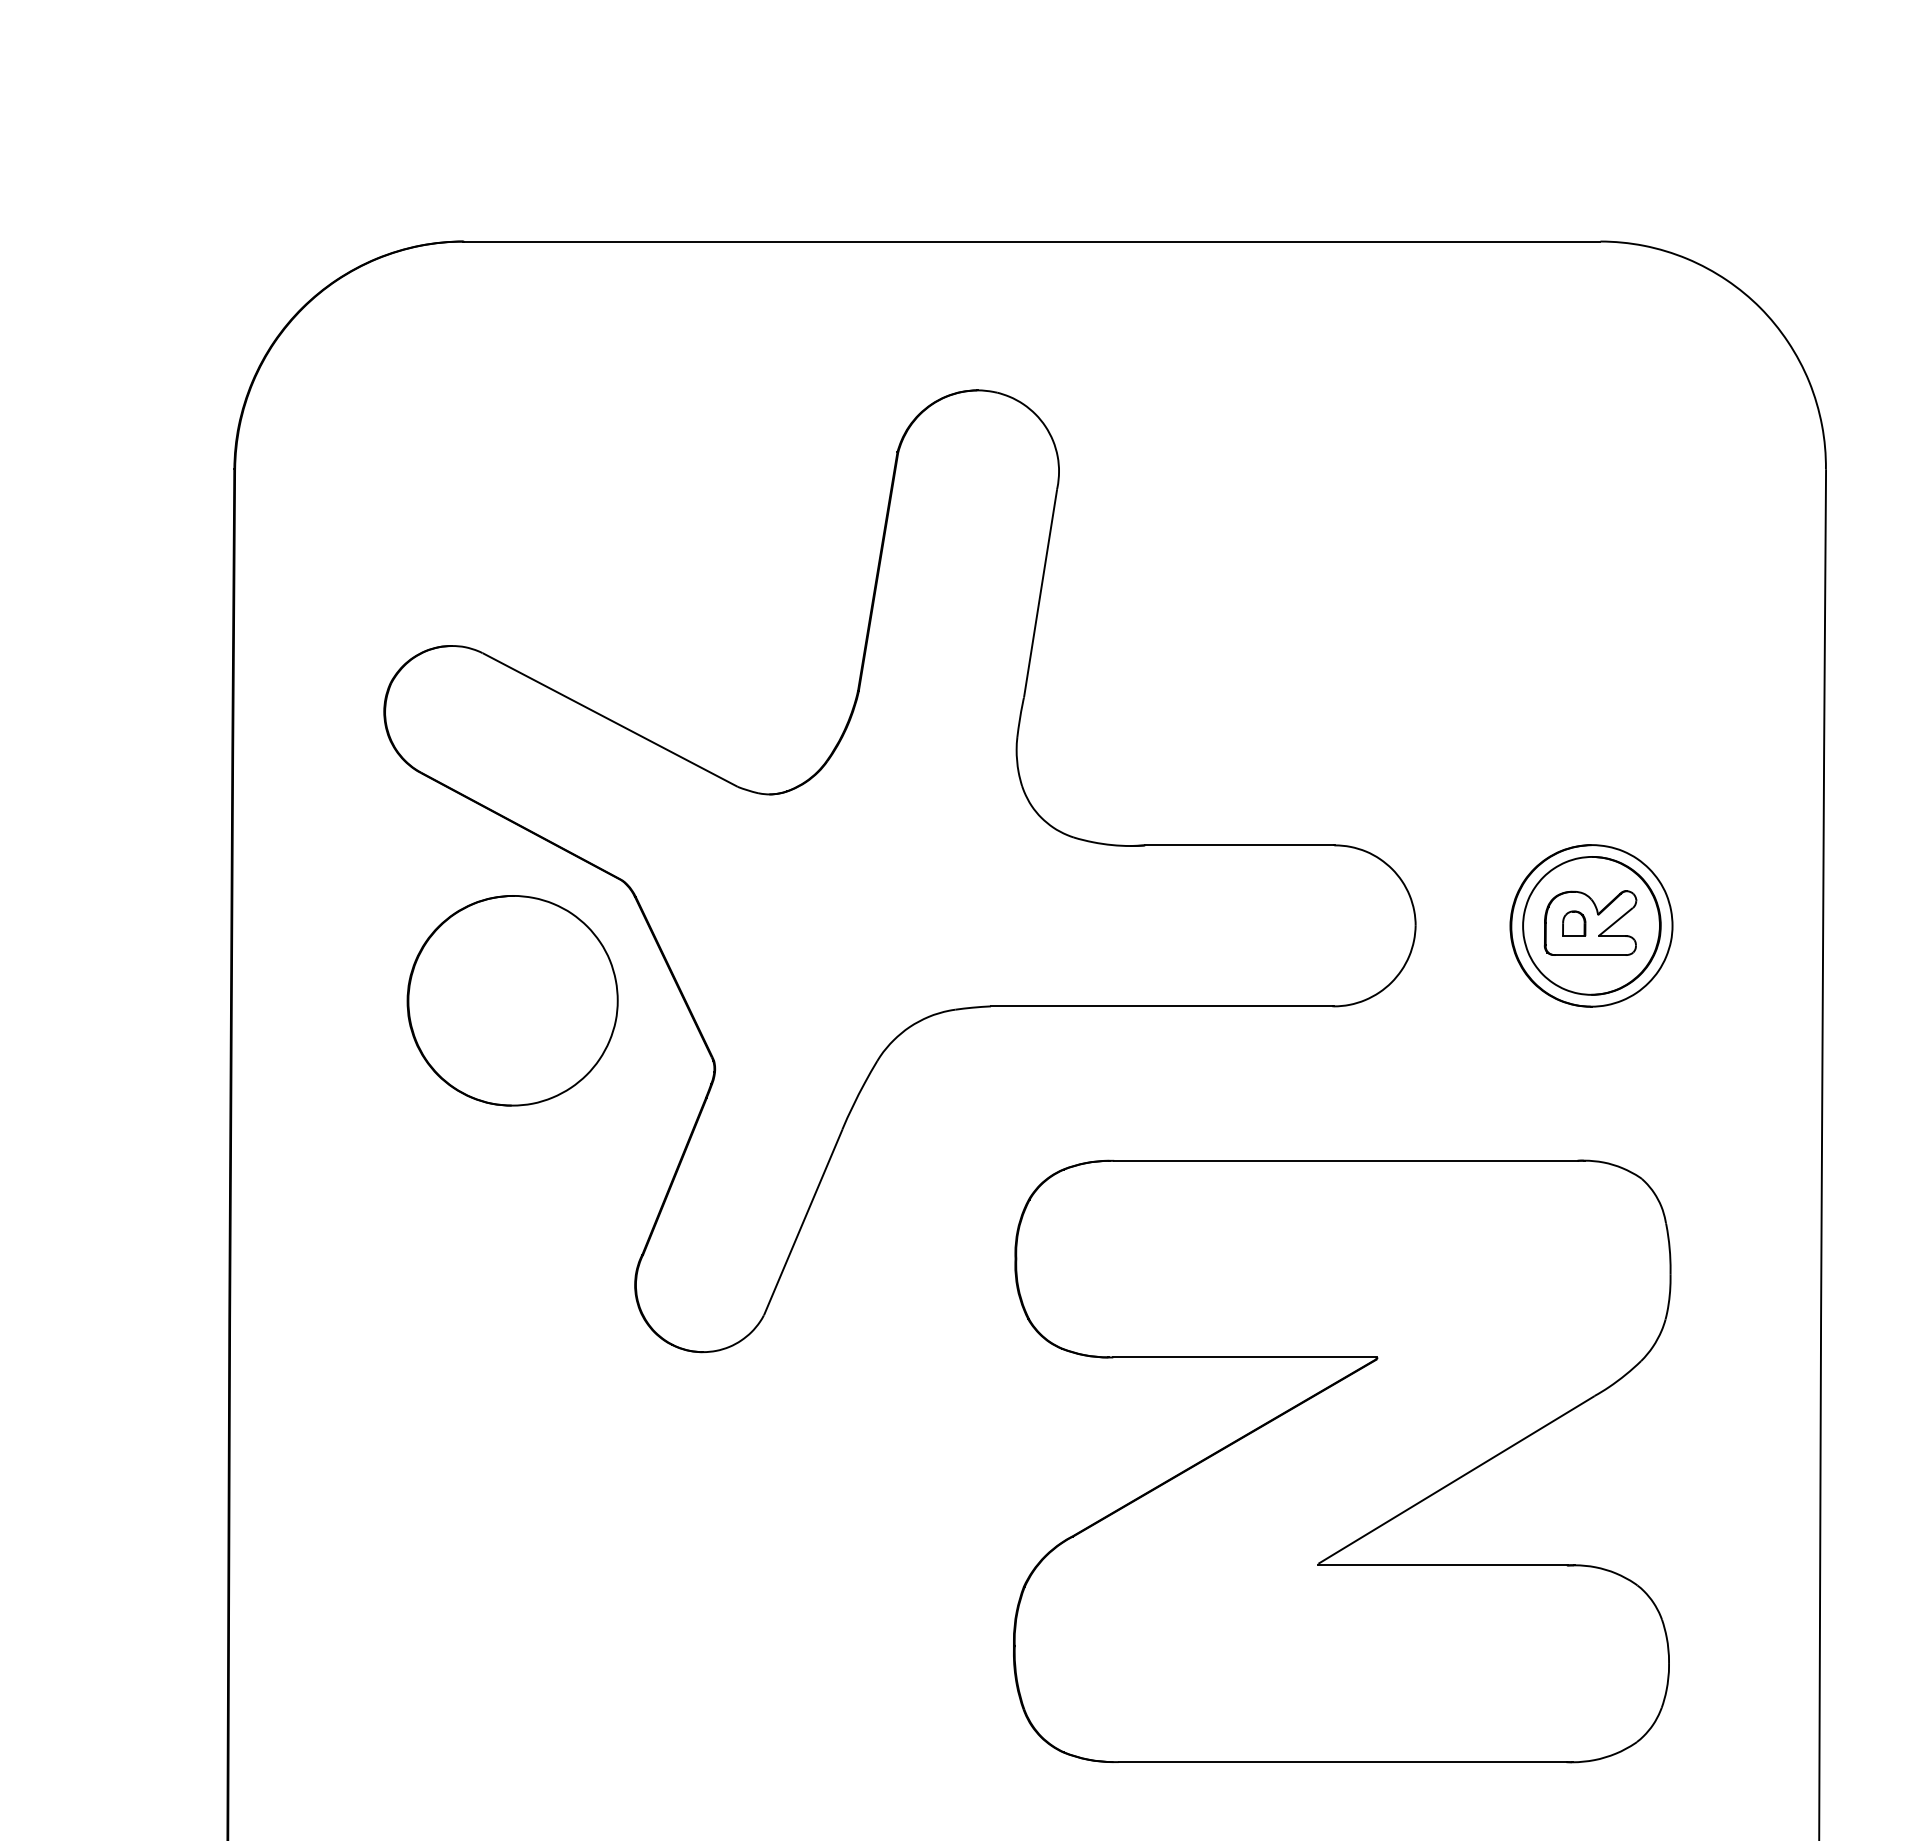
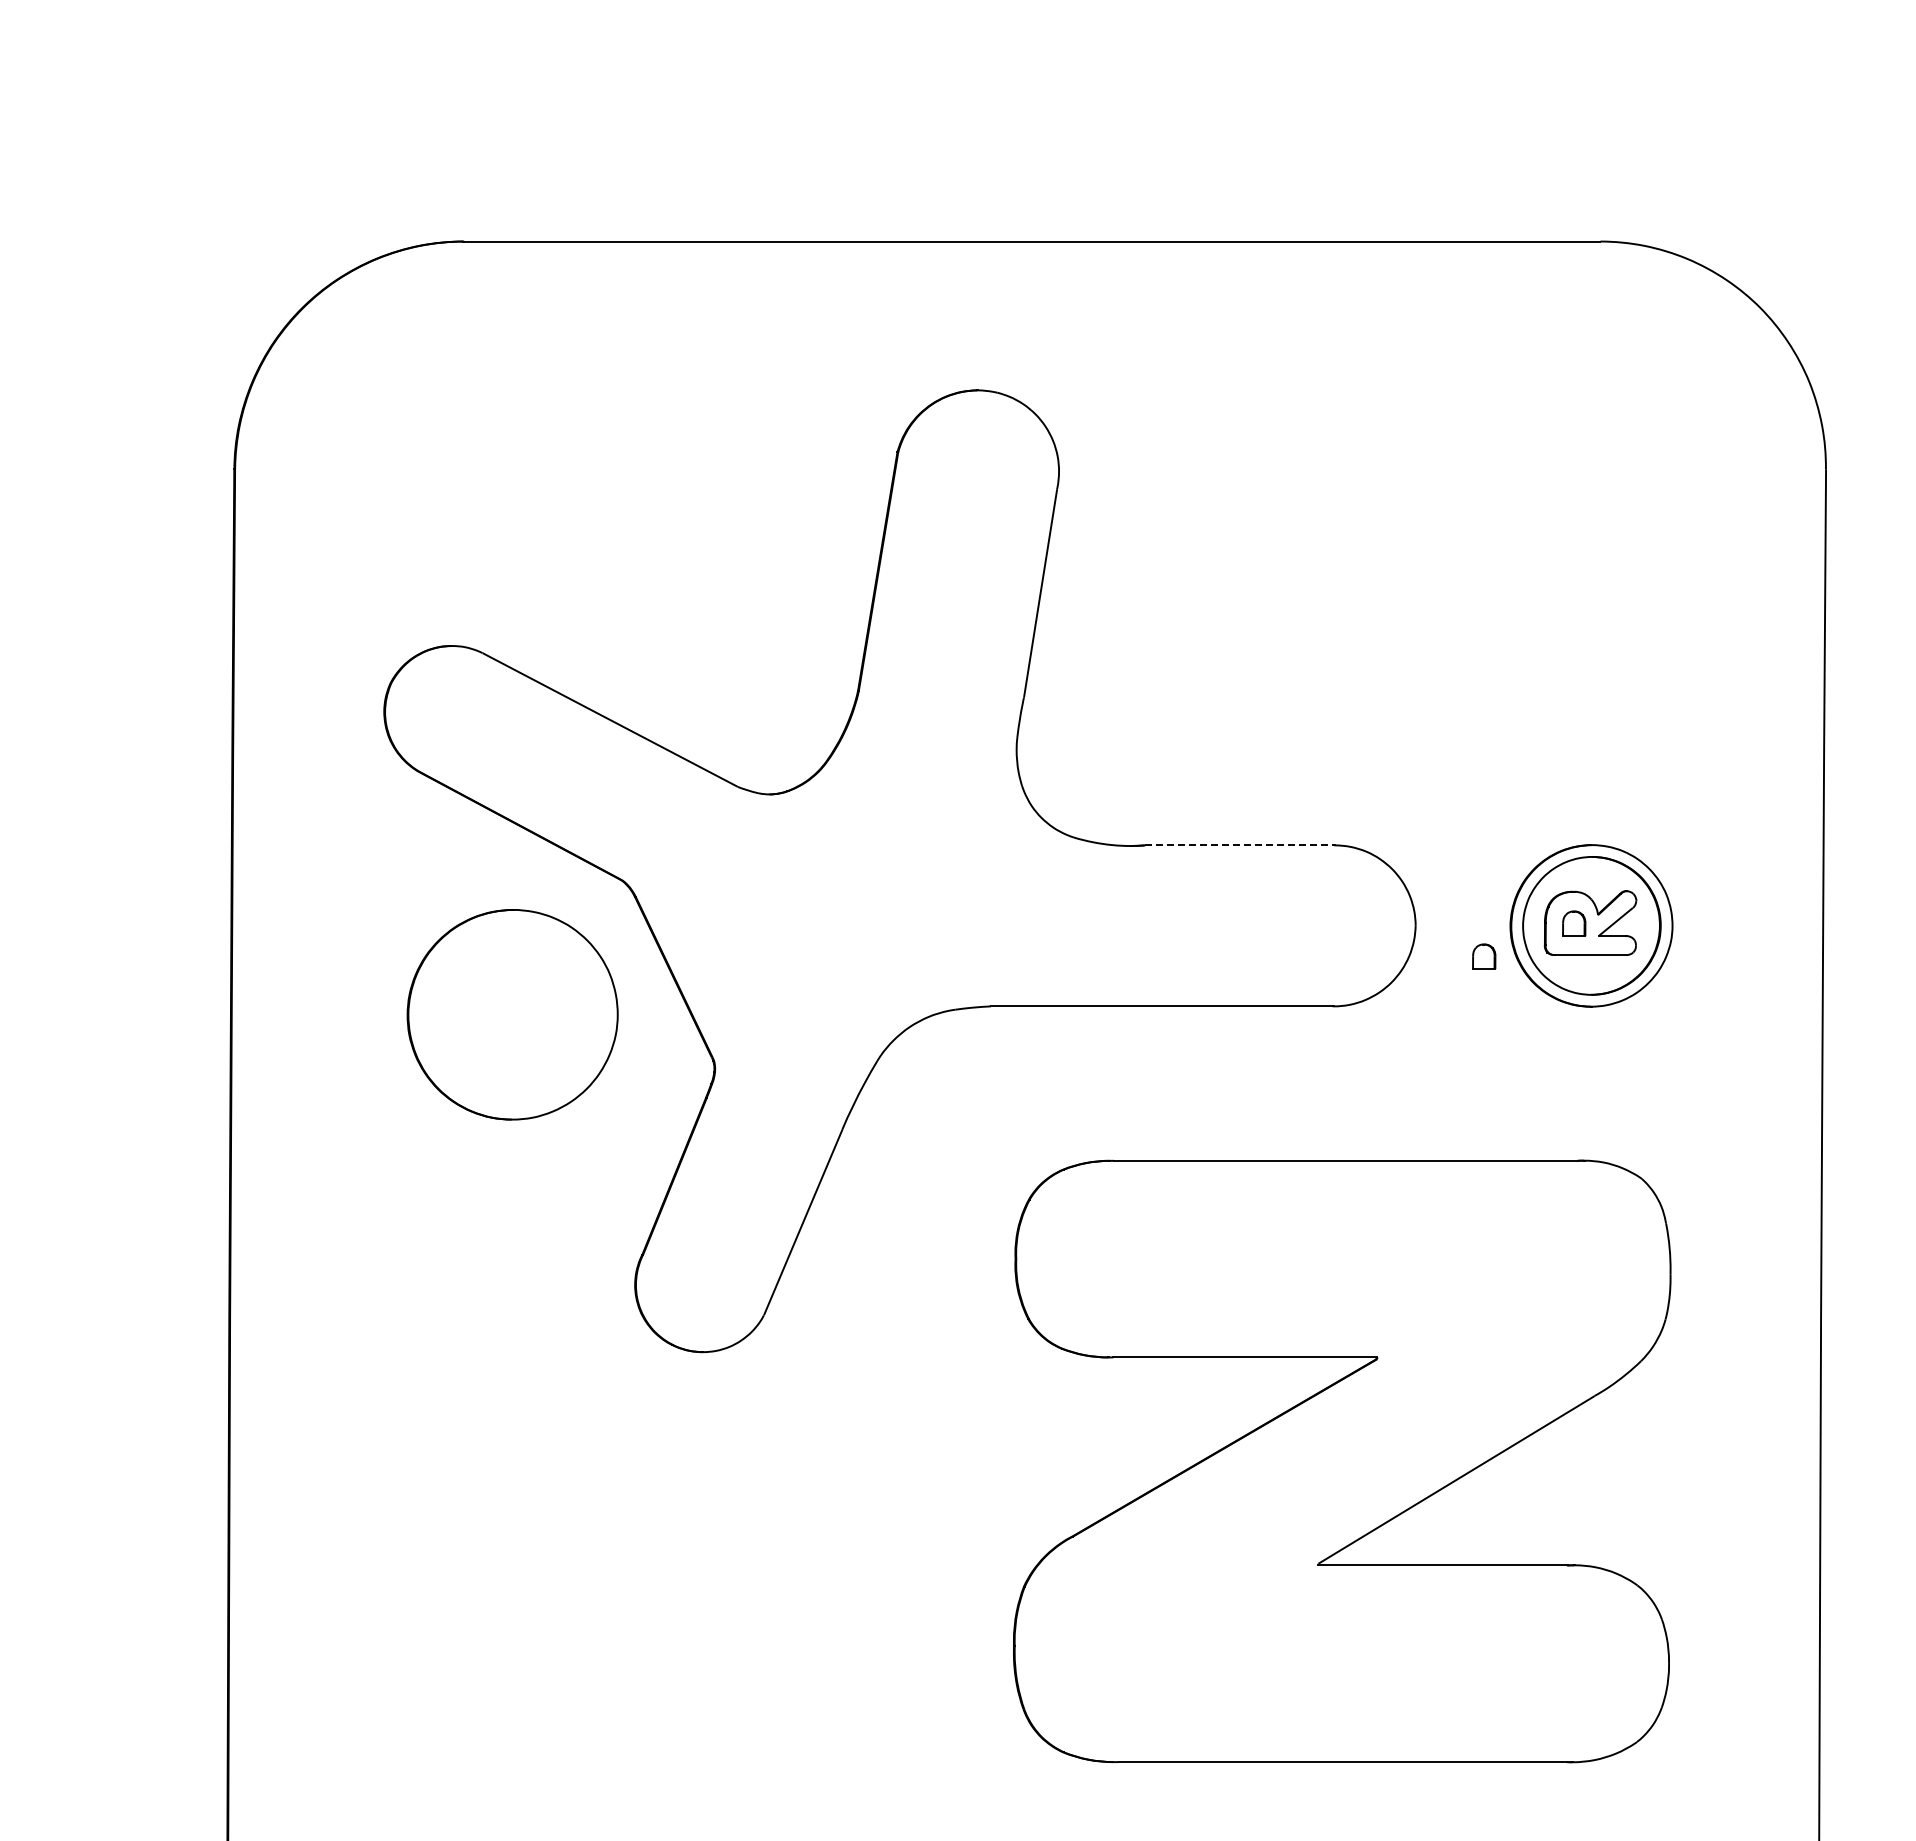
line at (1239, 845): solid -> dashed
part at (1484, 956): none -> present
part at (512, 1000) position: (512, 1000) -> (512, 1014)
